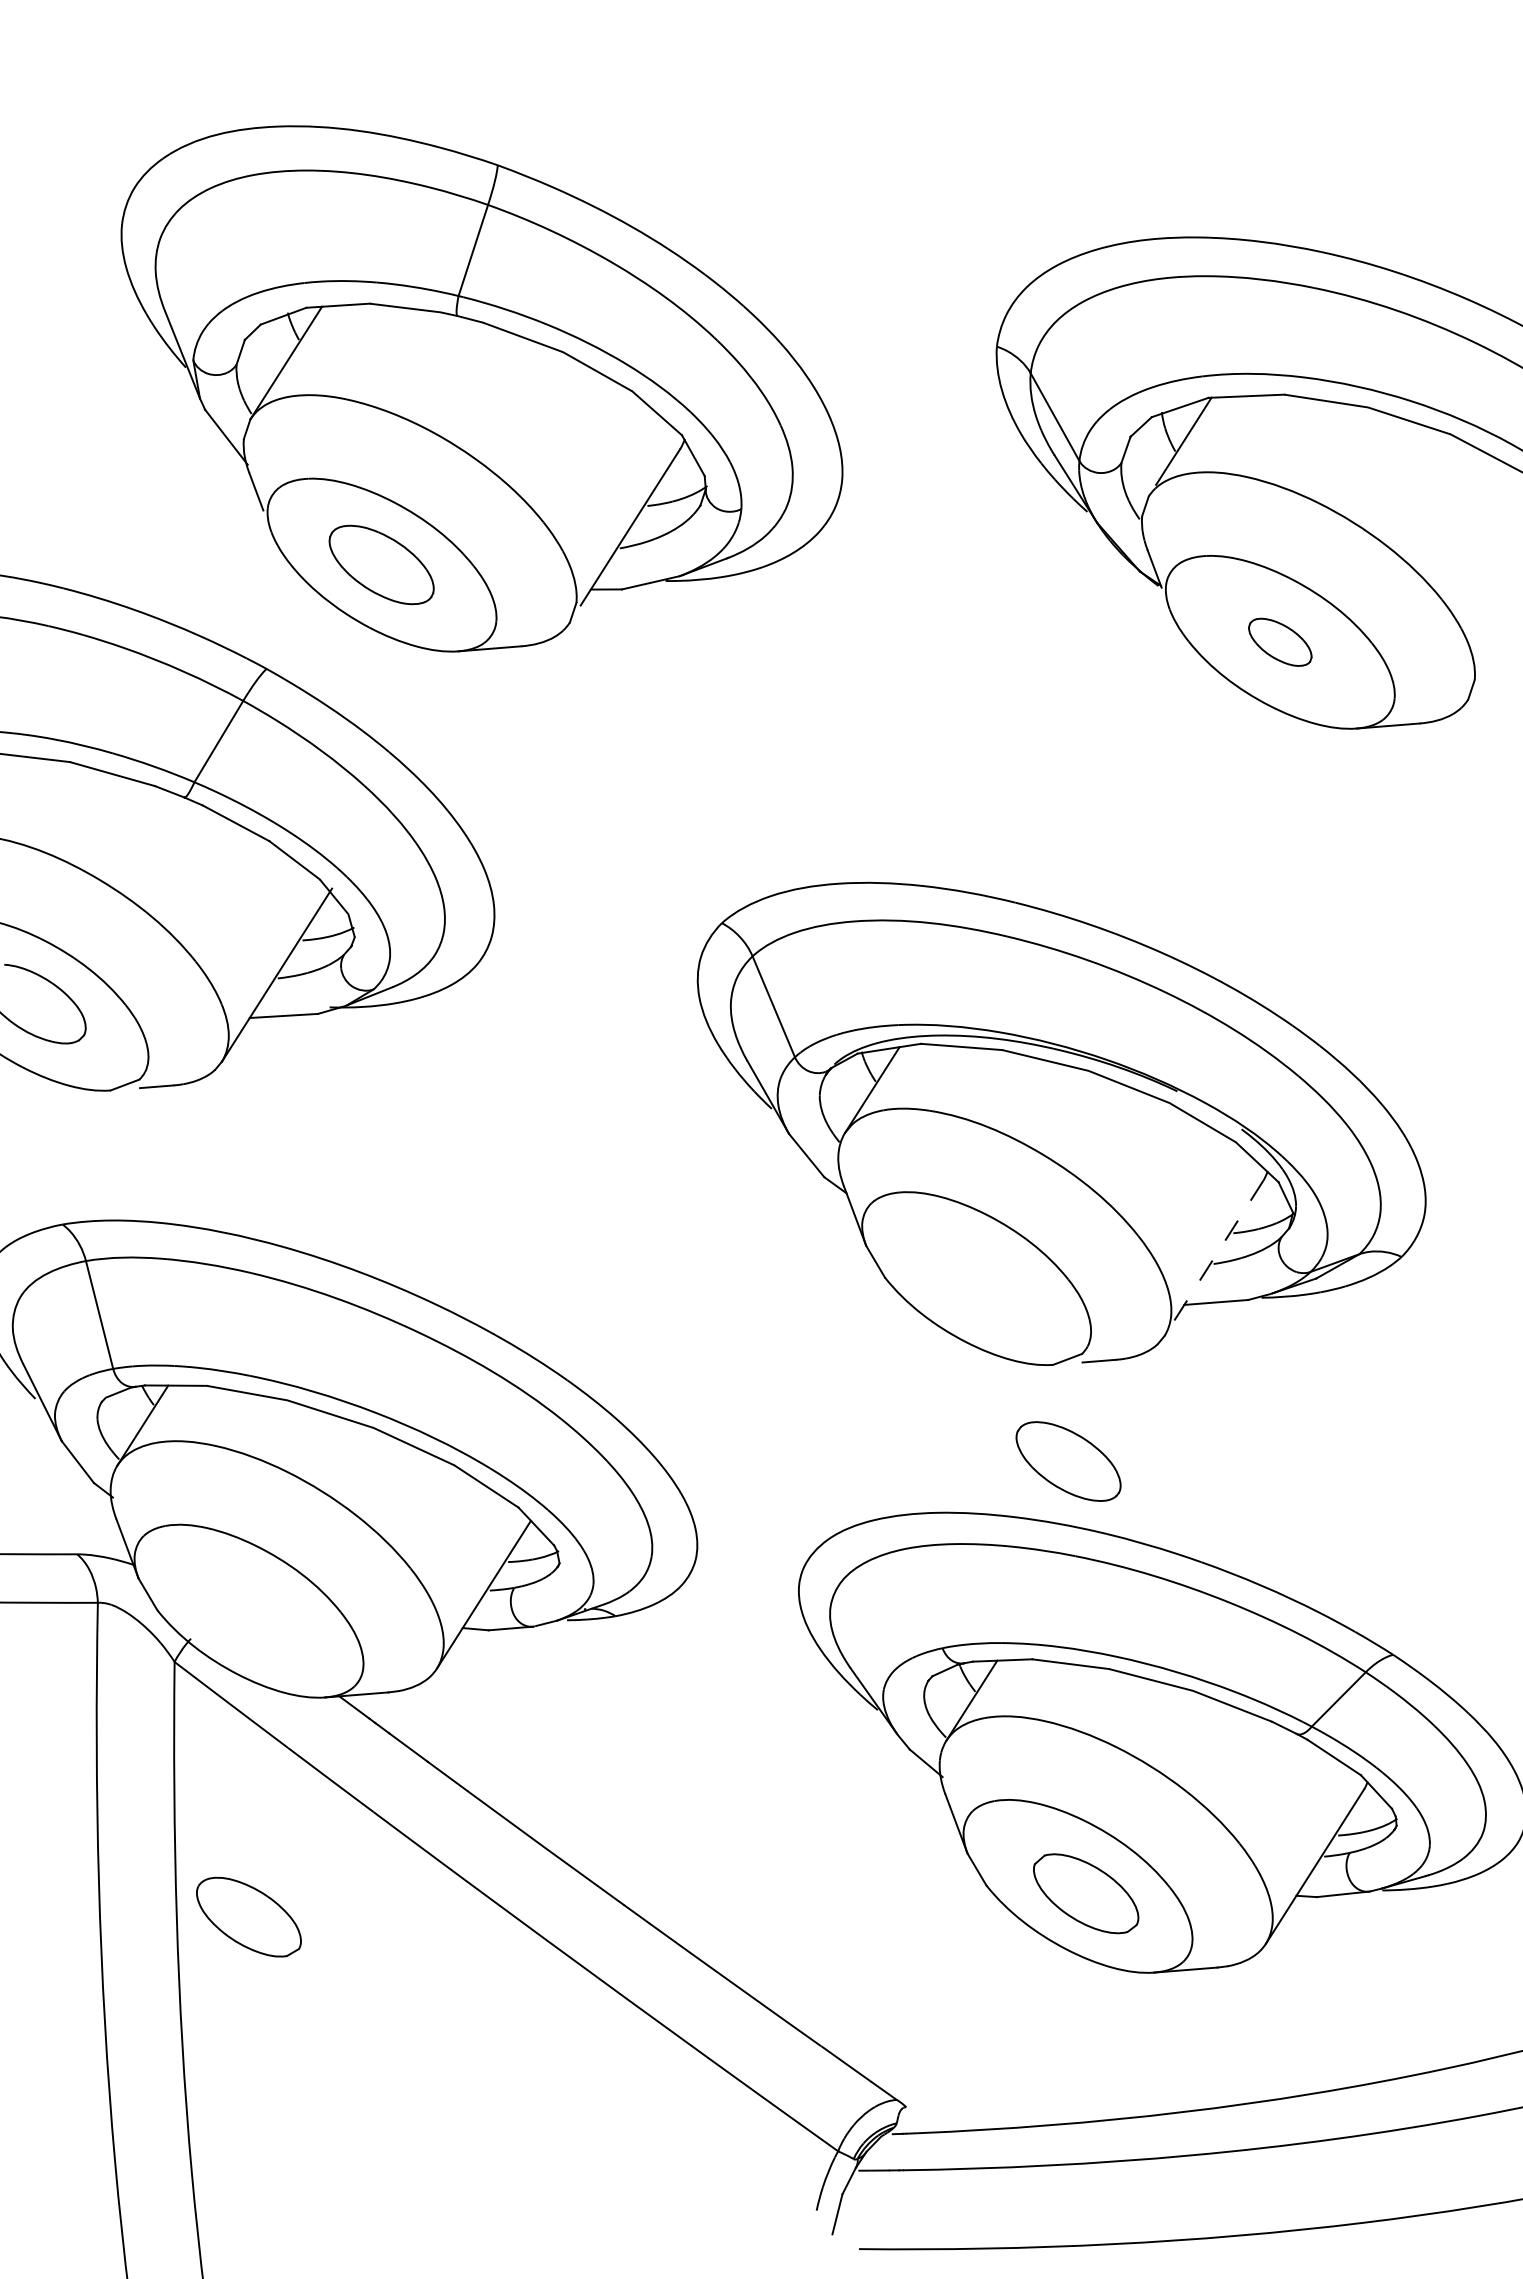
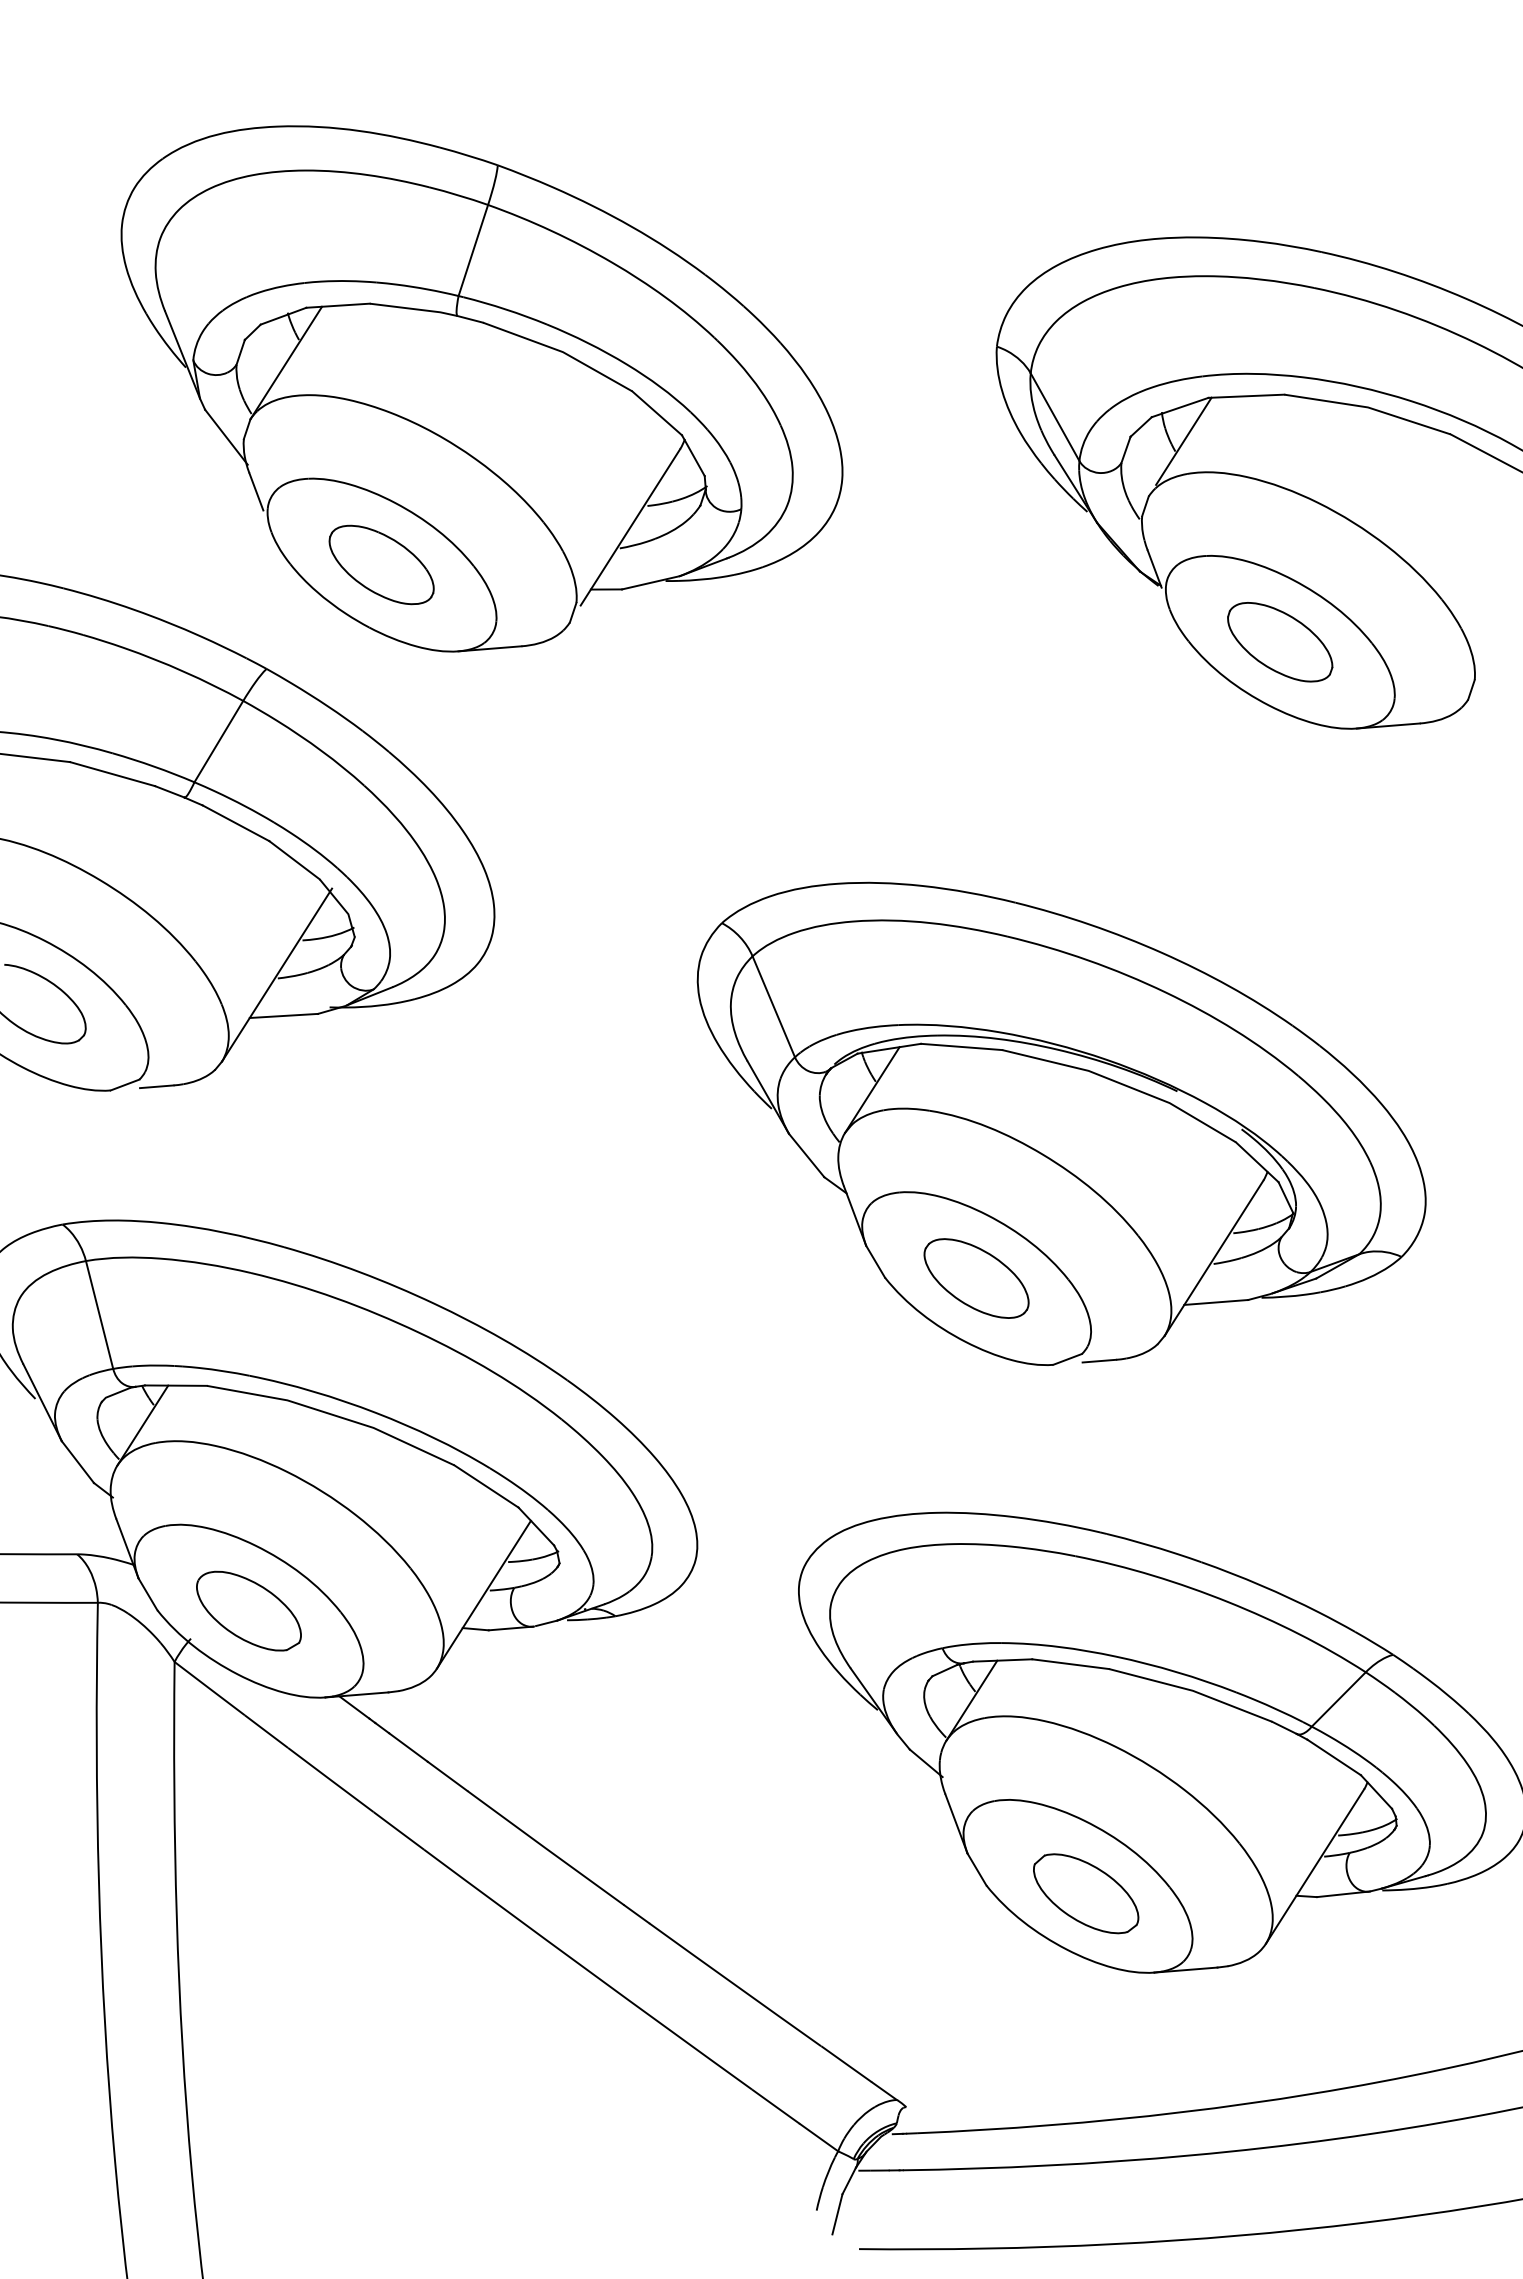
part at (1280, 641) size: 65x50 px -> 107x81 px
line at (1213, 1258): dashed -> solid
part at (1068, 1461) position: (1068, 1461) -> (976, 1278)
part at (248, 1916) position: (248, 1916) -> (248, 1610)
